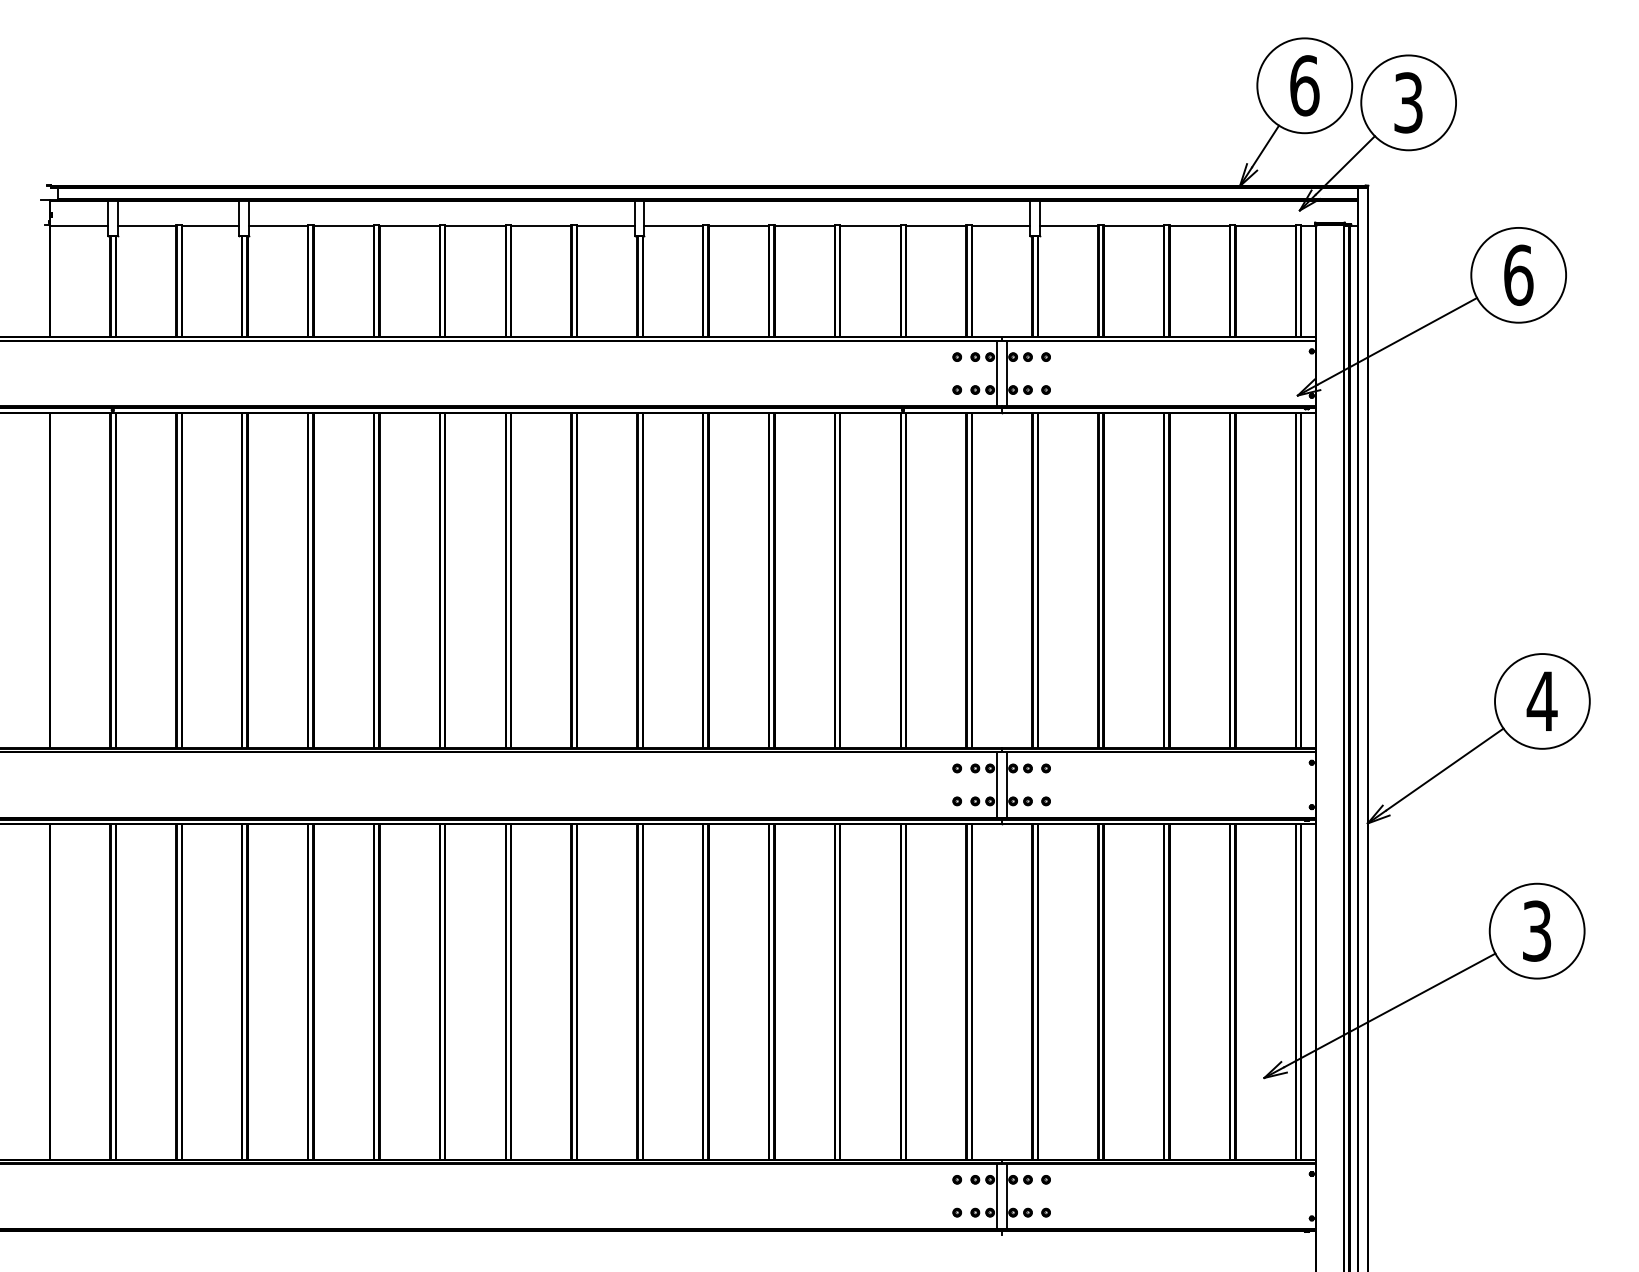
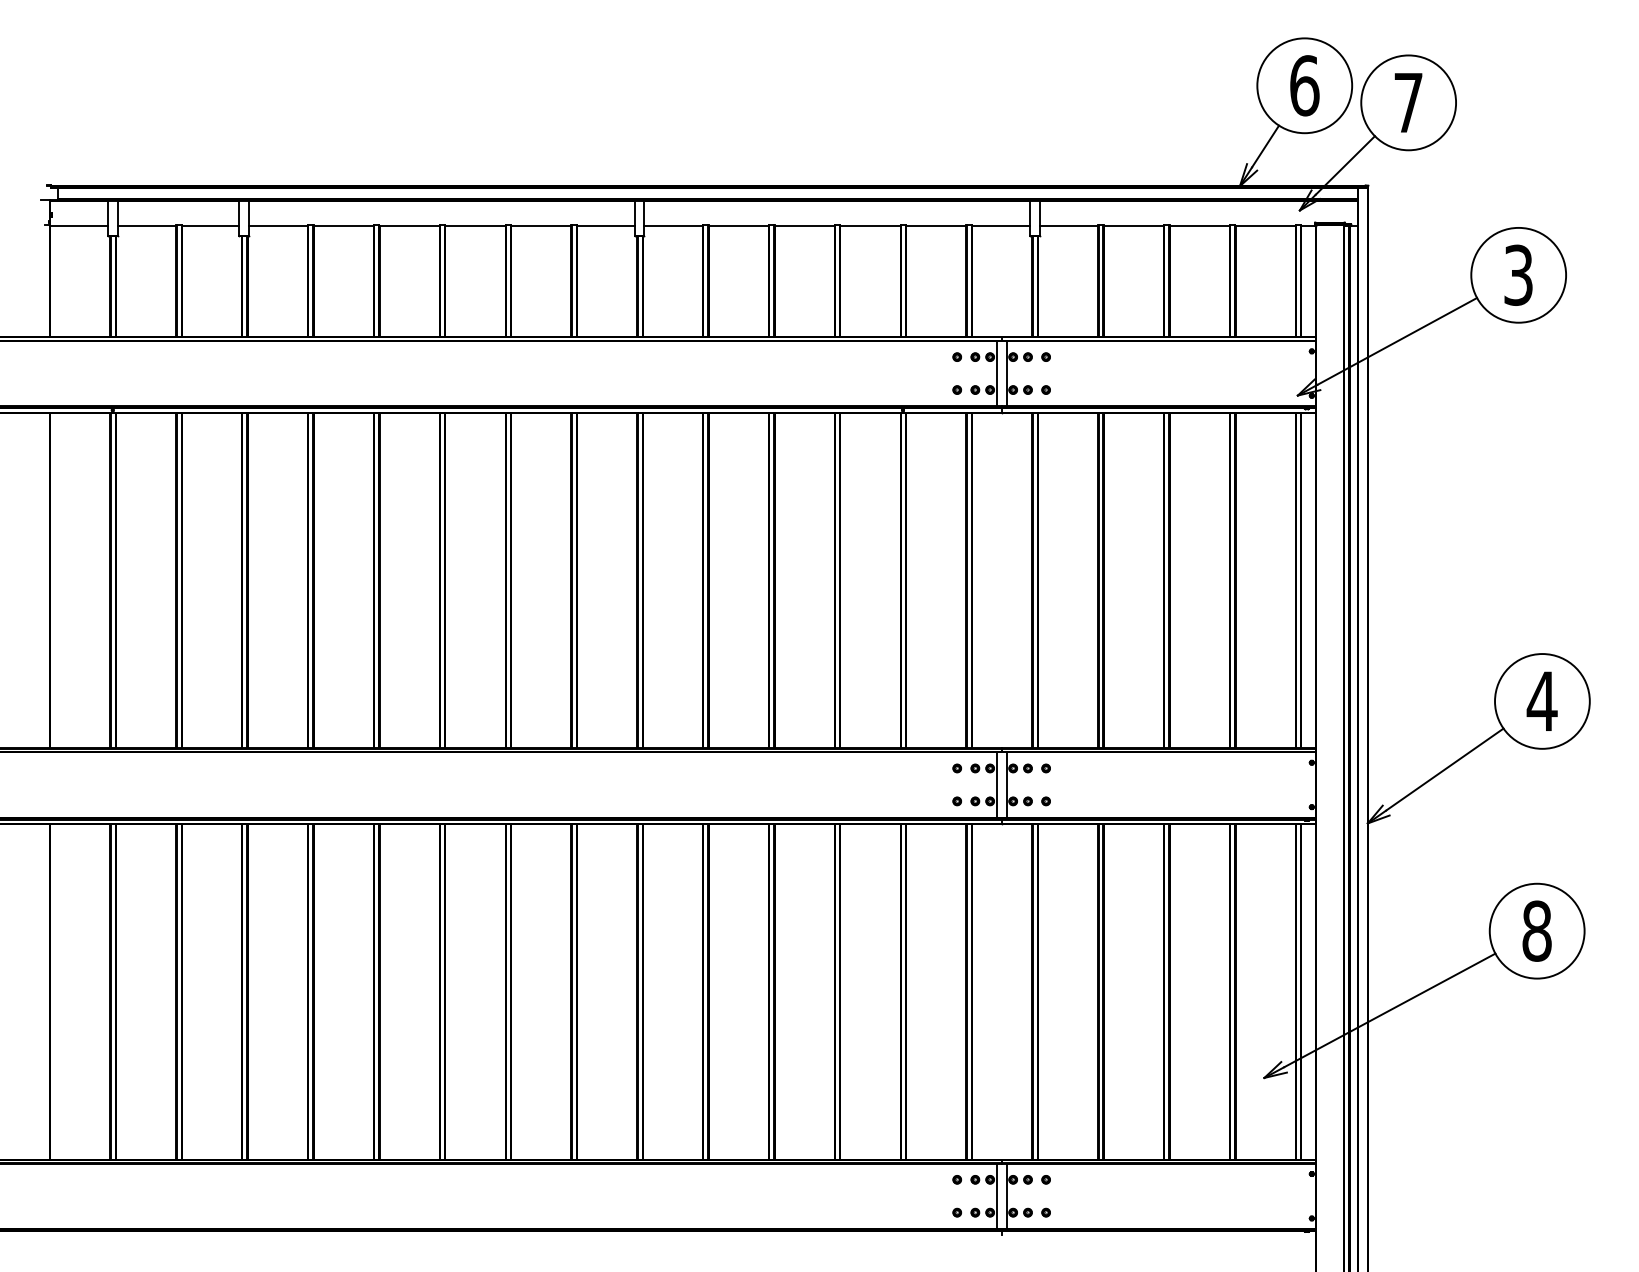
text at (1408, 102): 3 -> 7
text at (1518, 274): 6 -> 3
text at (1536, 930): 3 -> 8
